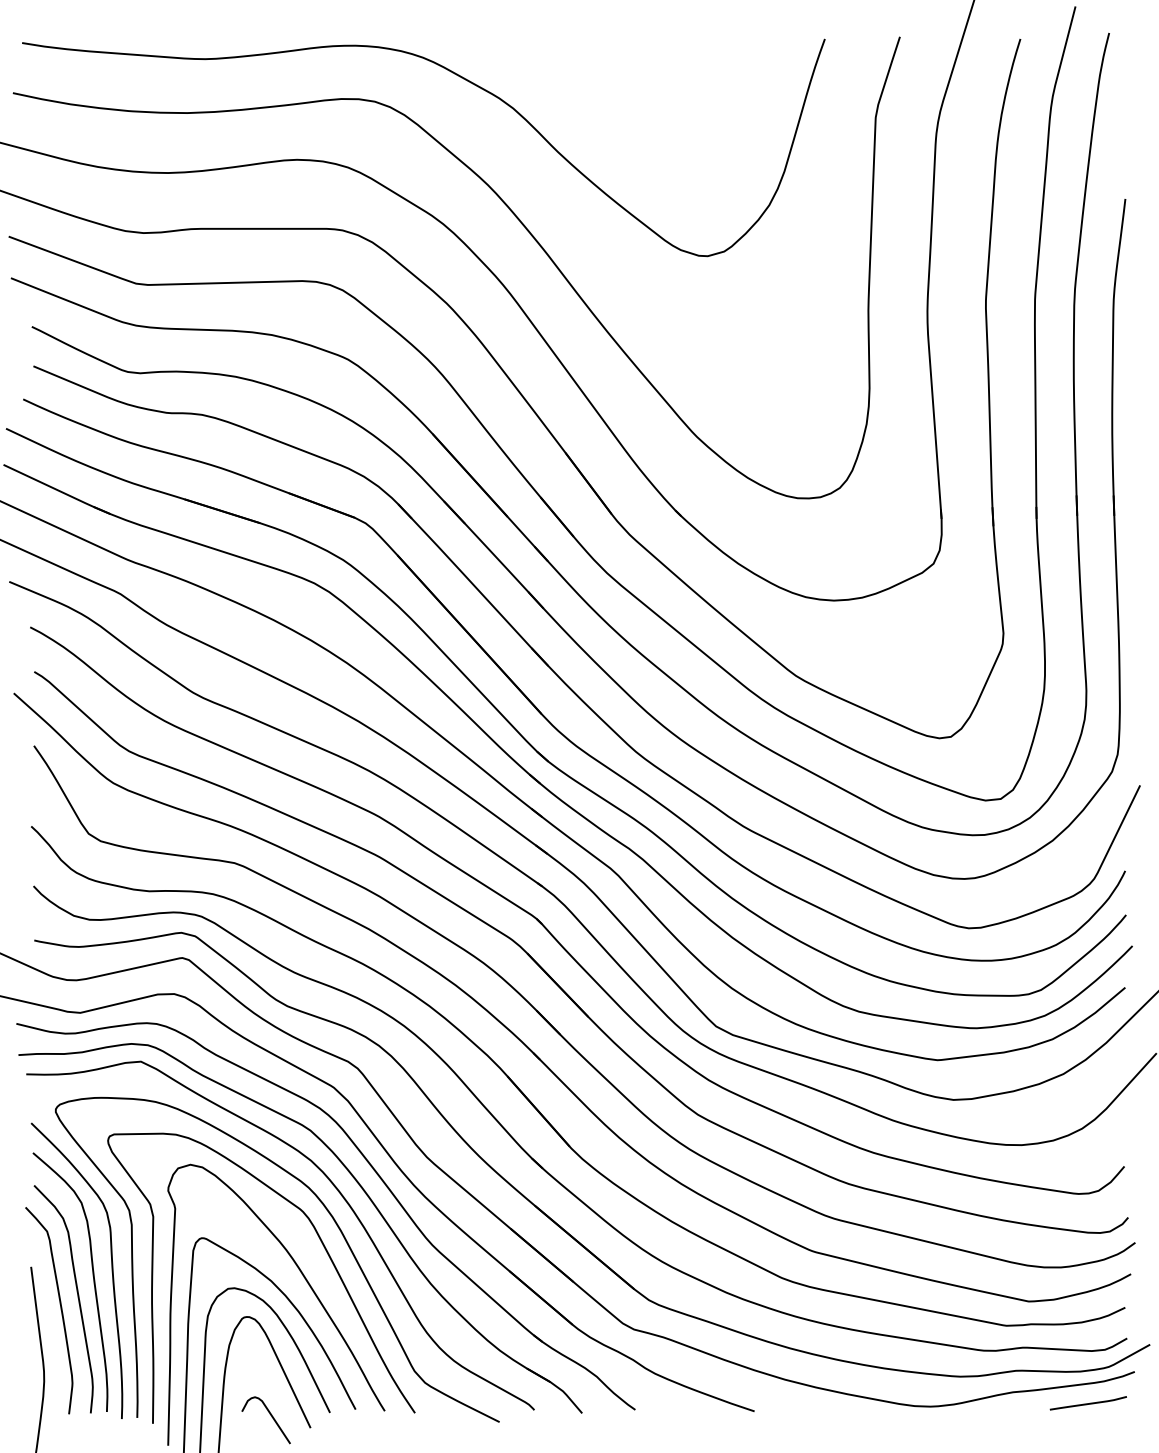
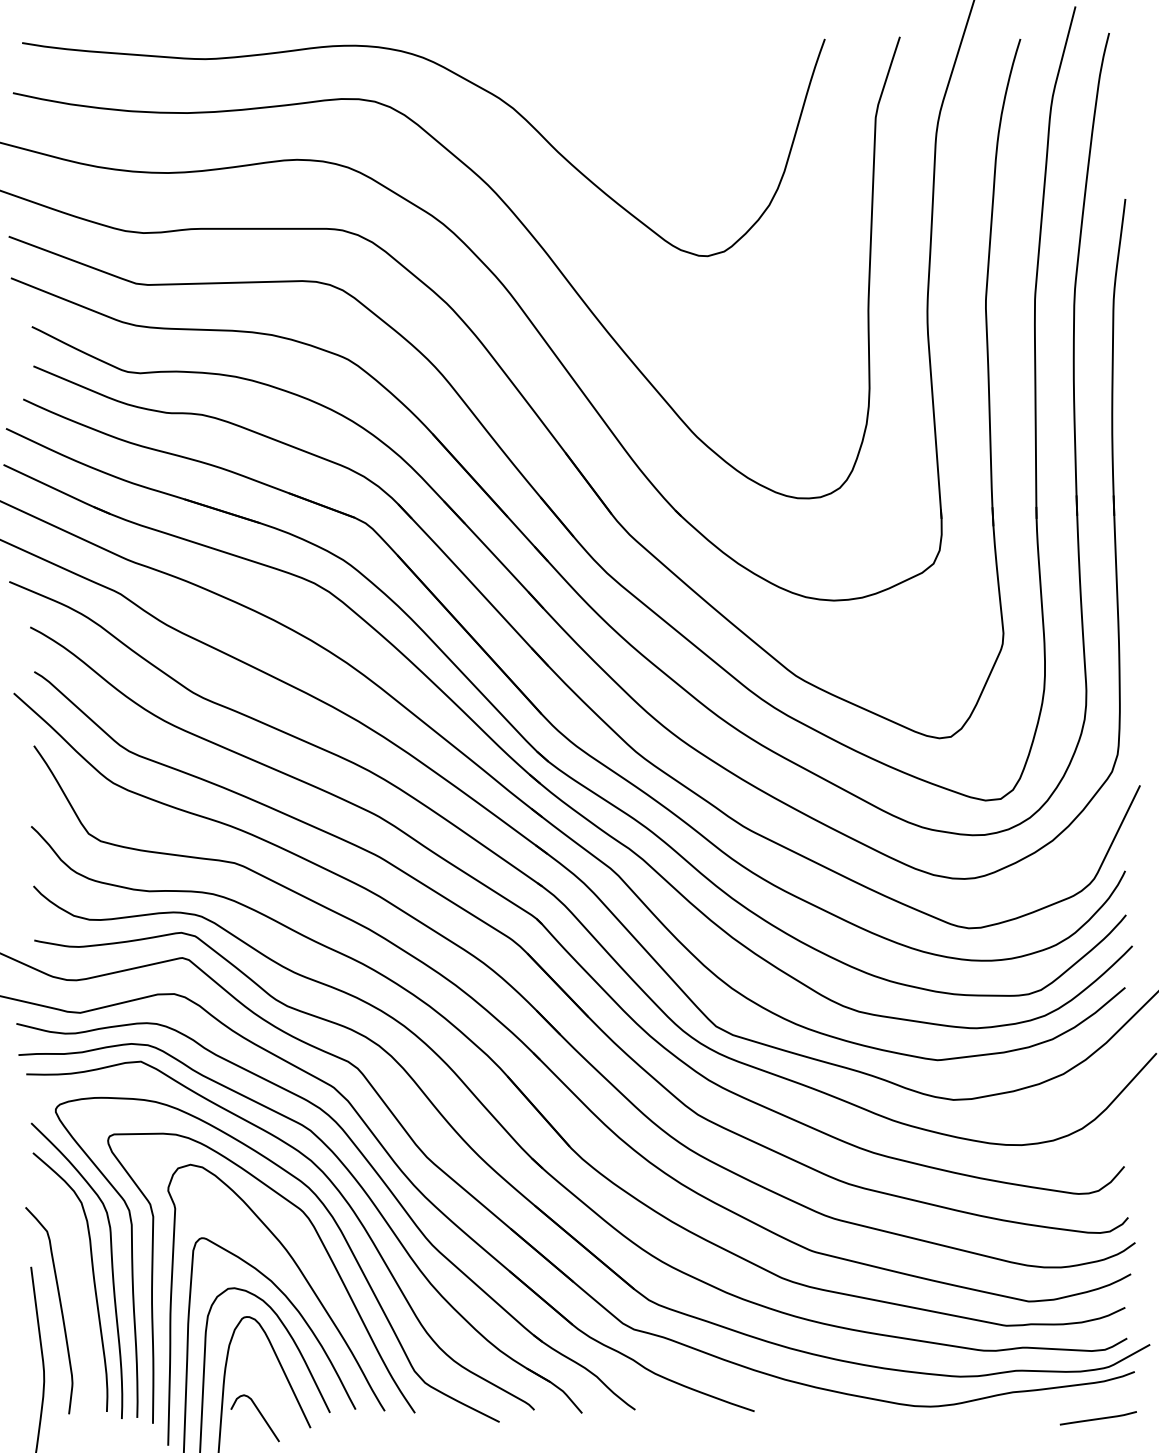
curve at (77, 1298): present -> none
curve at (1087, 1403) position: (1087, 1403) -> (1097, 1418)
curve at (271, 1417) position: (271, 1417) -> (260, 1415)
